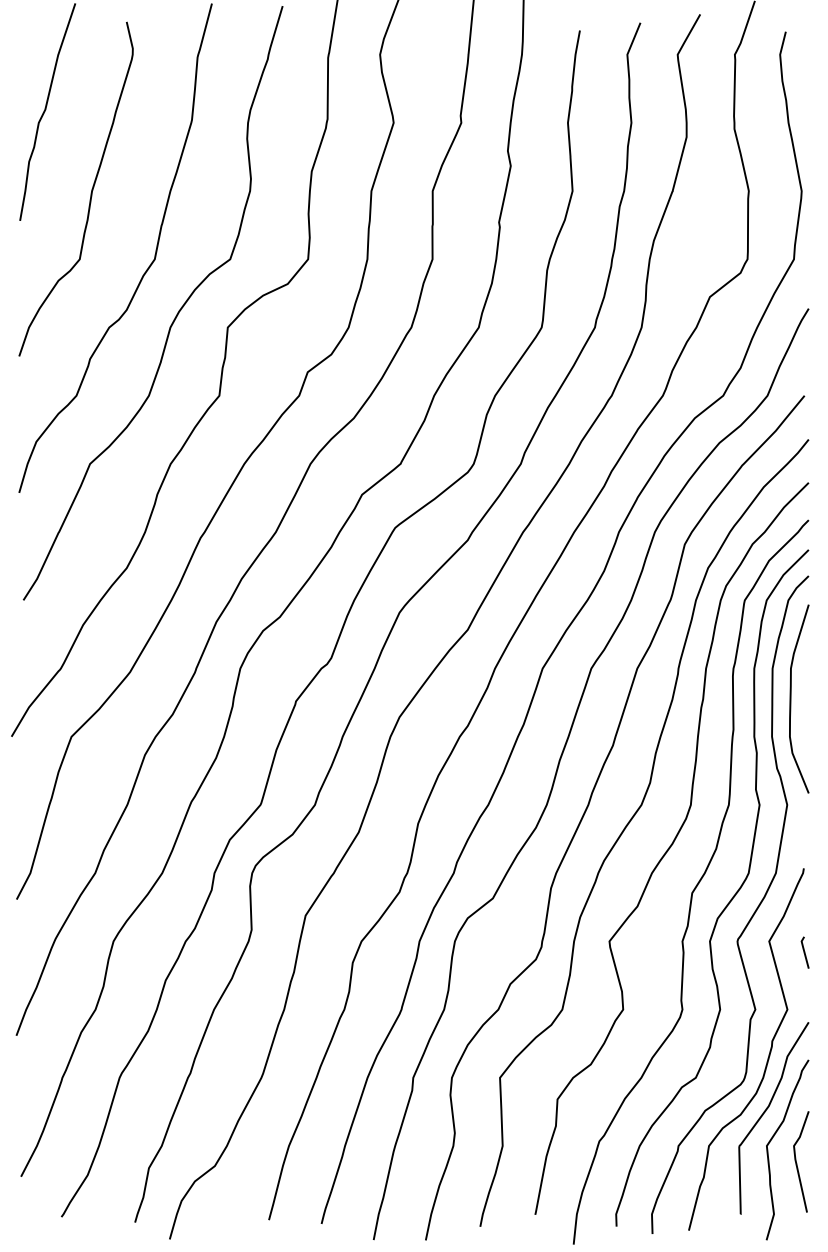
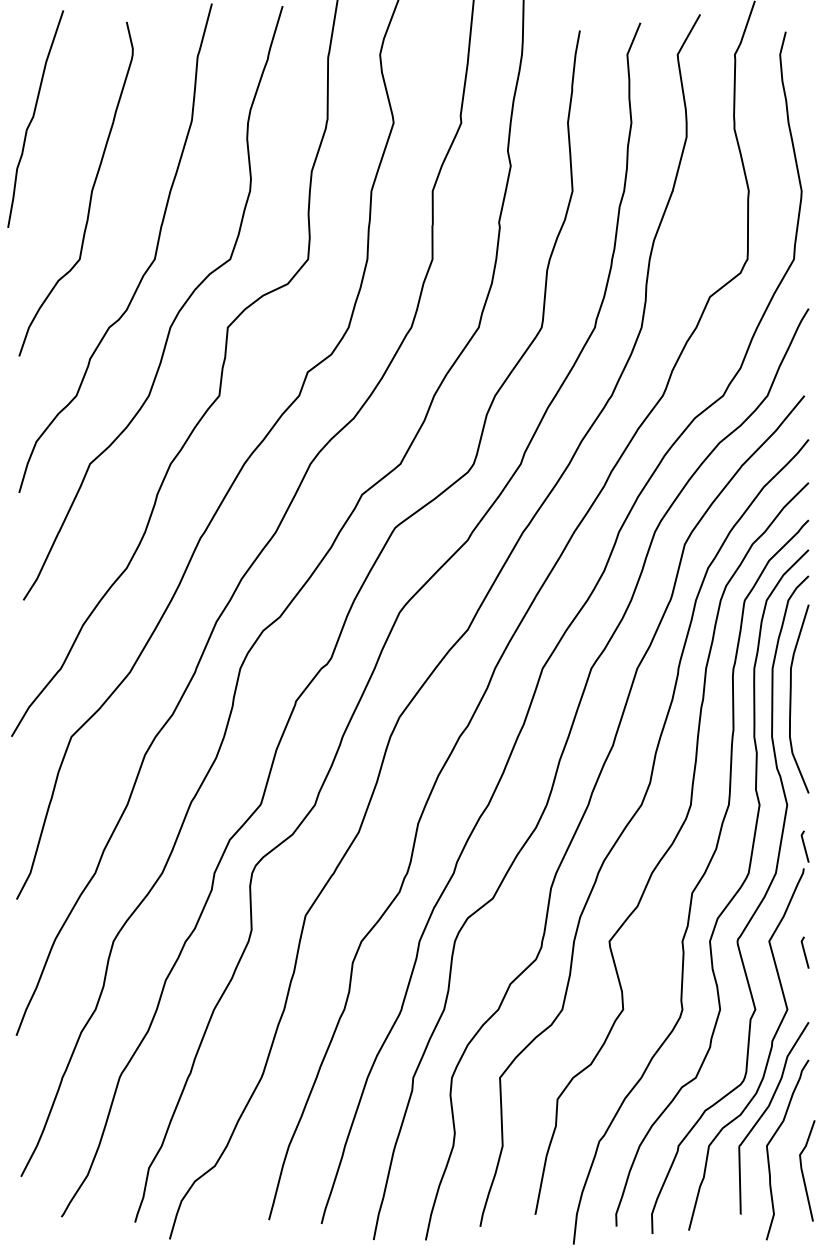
curve at (45, 111) position: (45, 111) -> (33, 118)
line at (804, 846): none -> present
line at (797, 1163) position: (797, 1163) -> (803, 1172)
